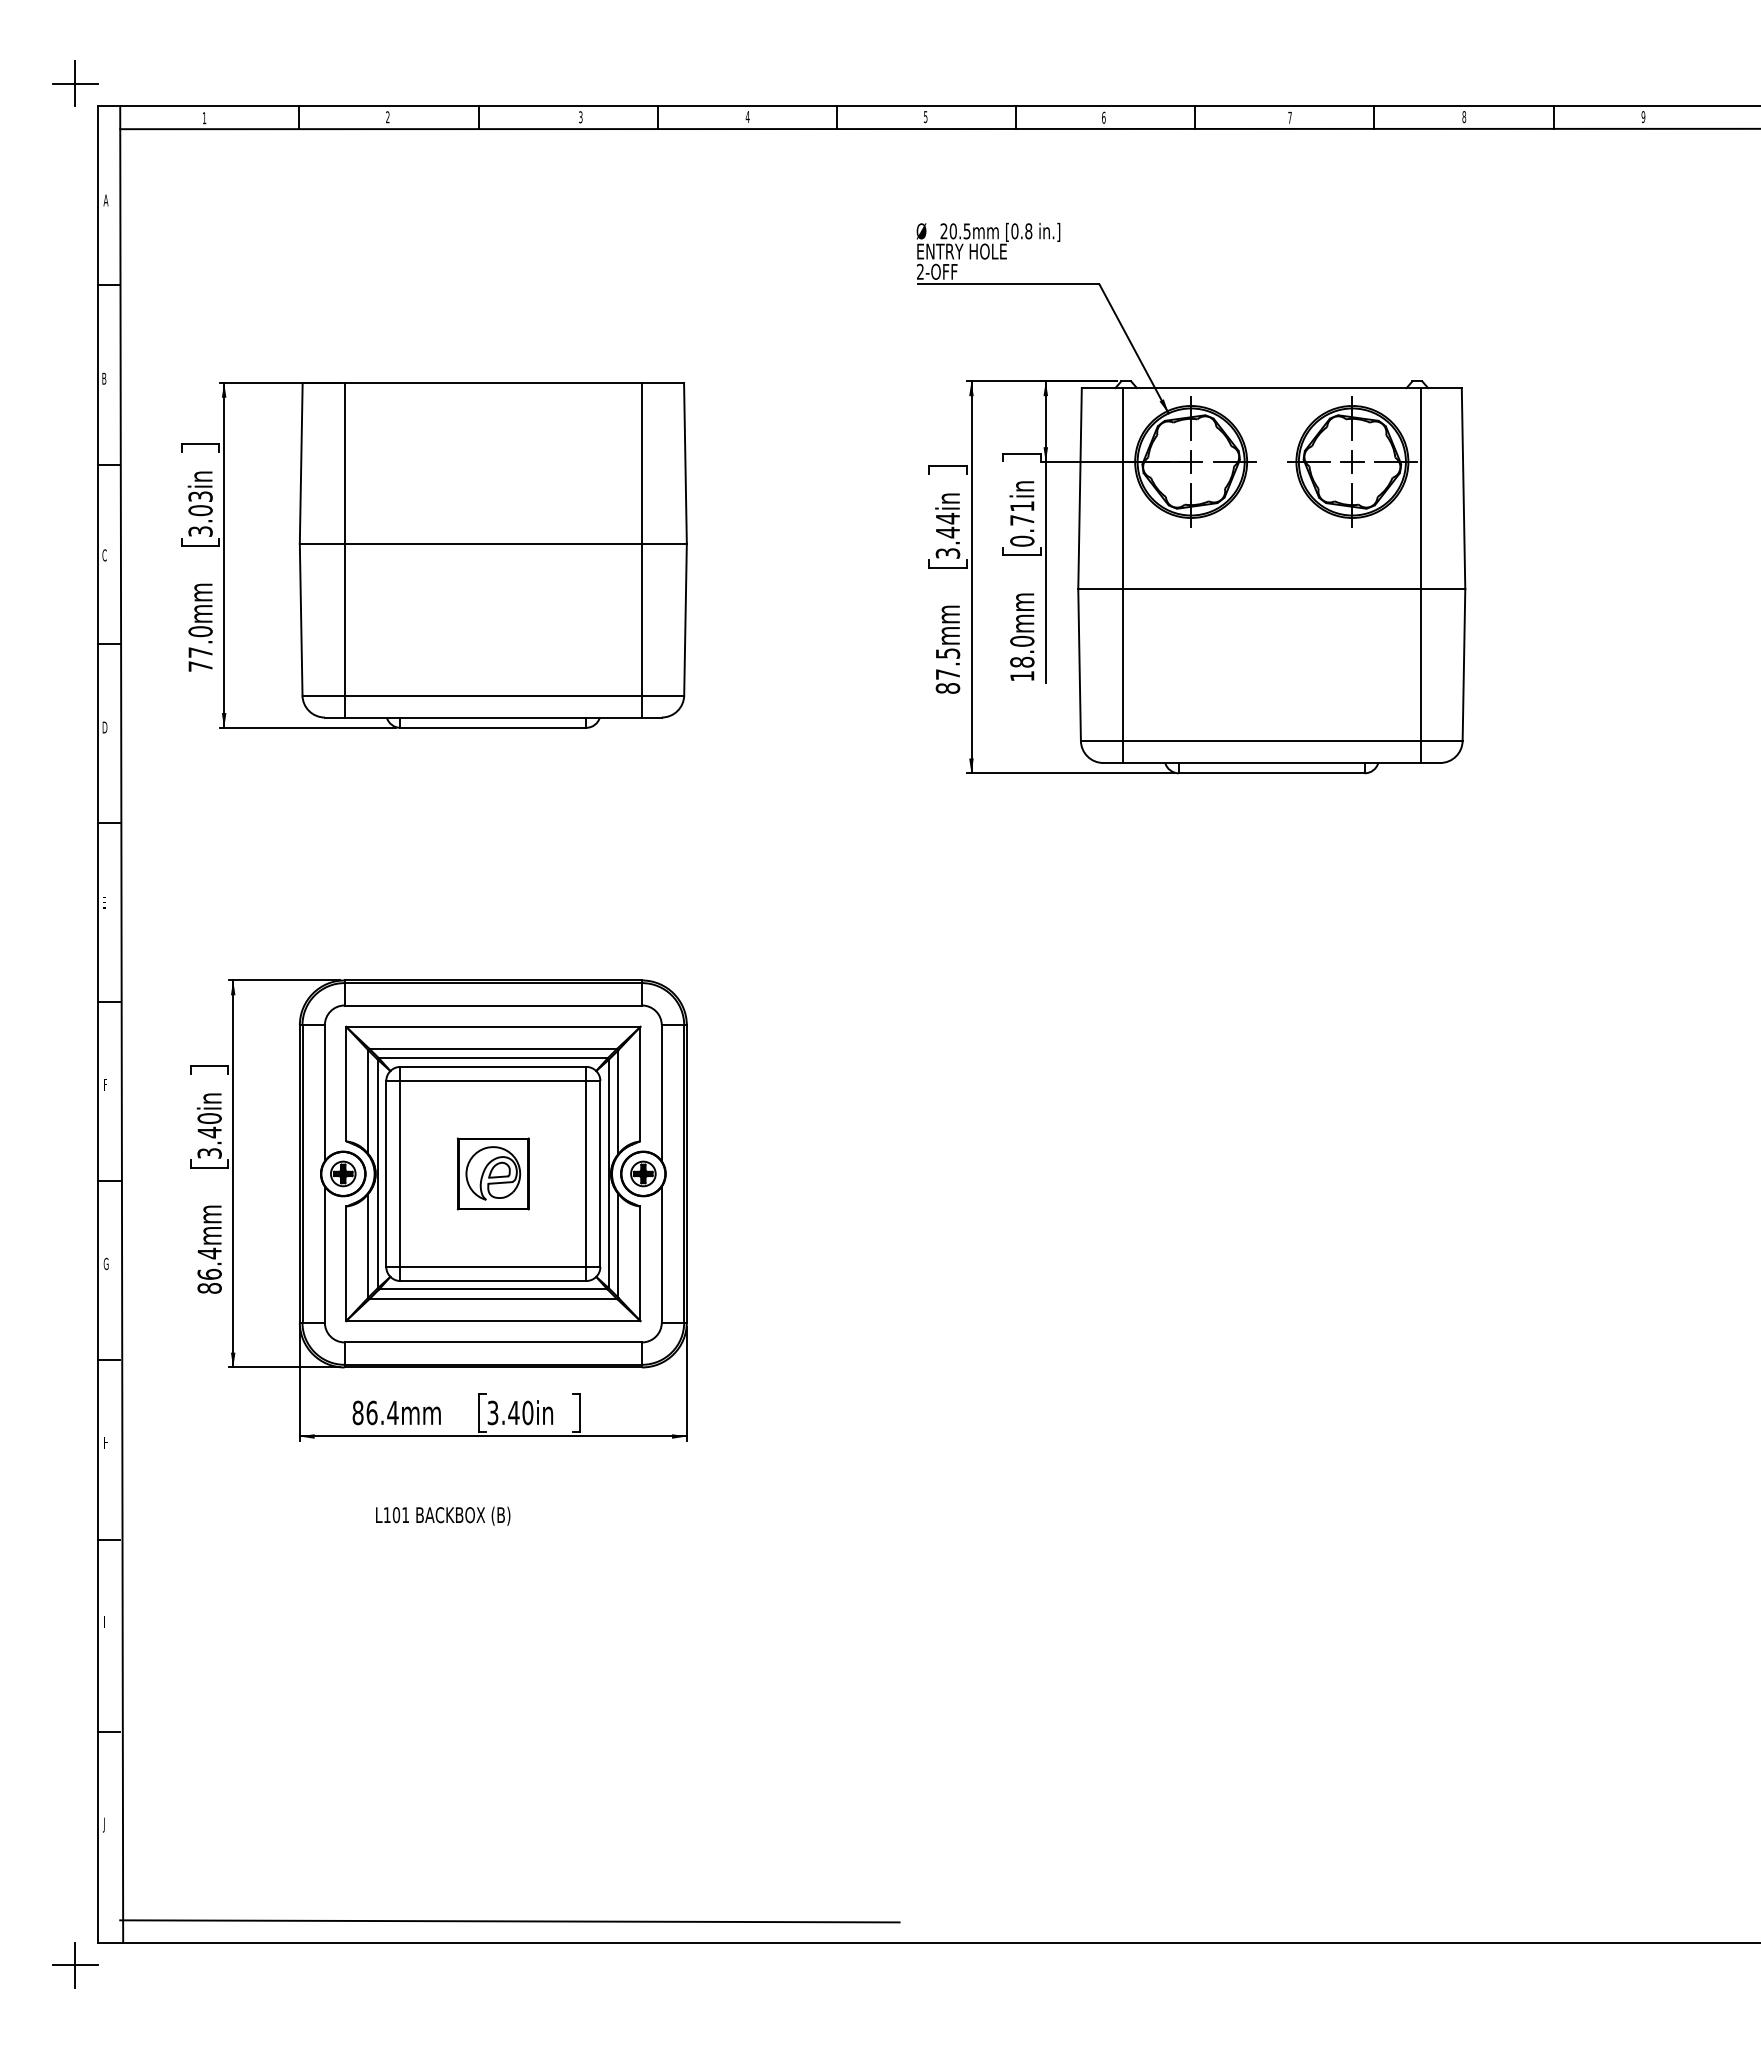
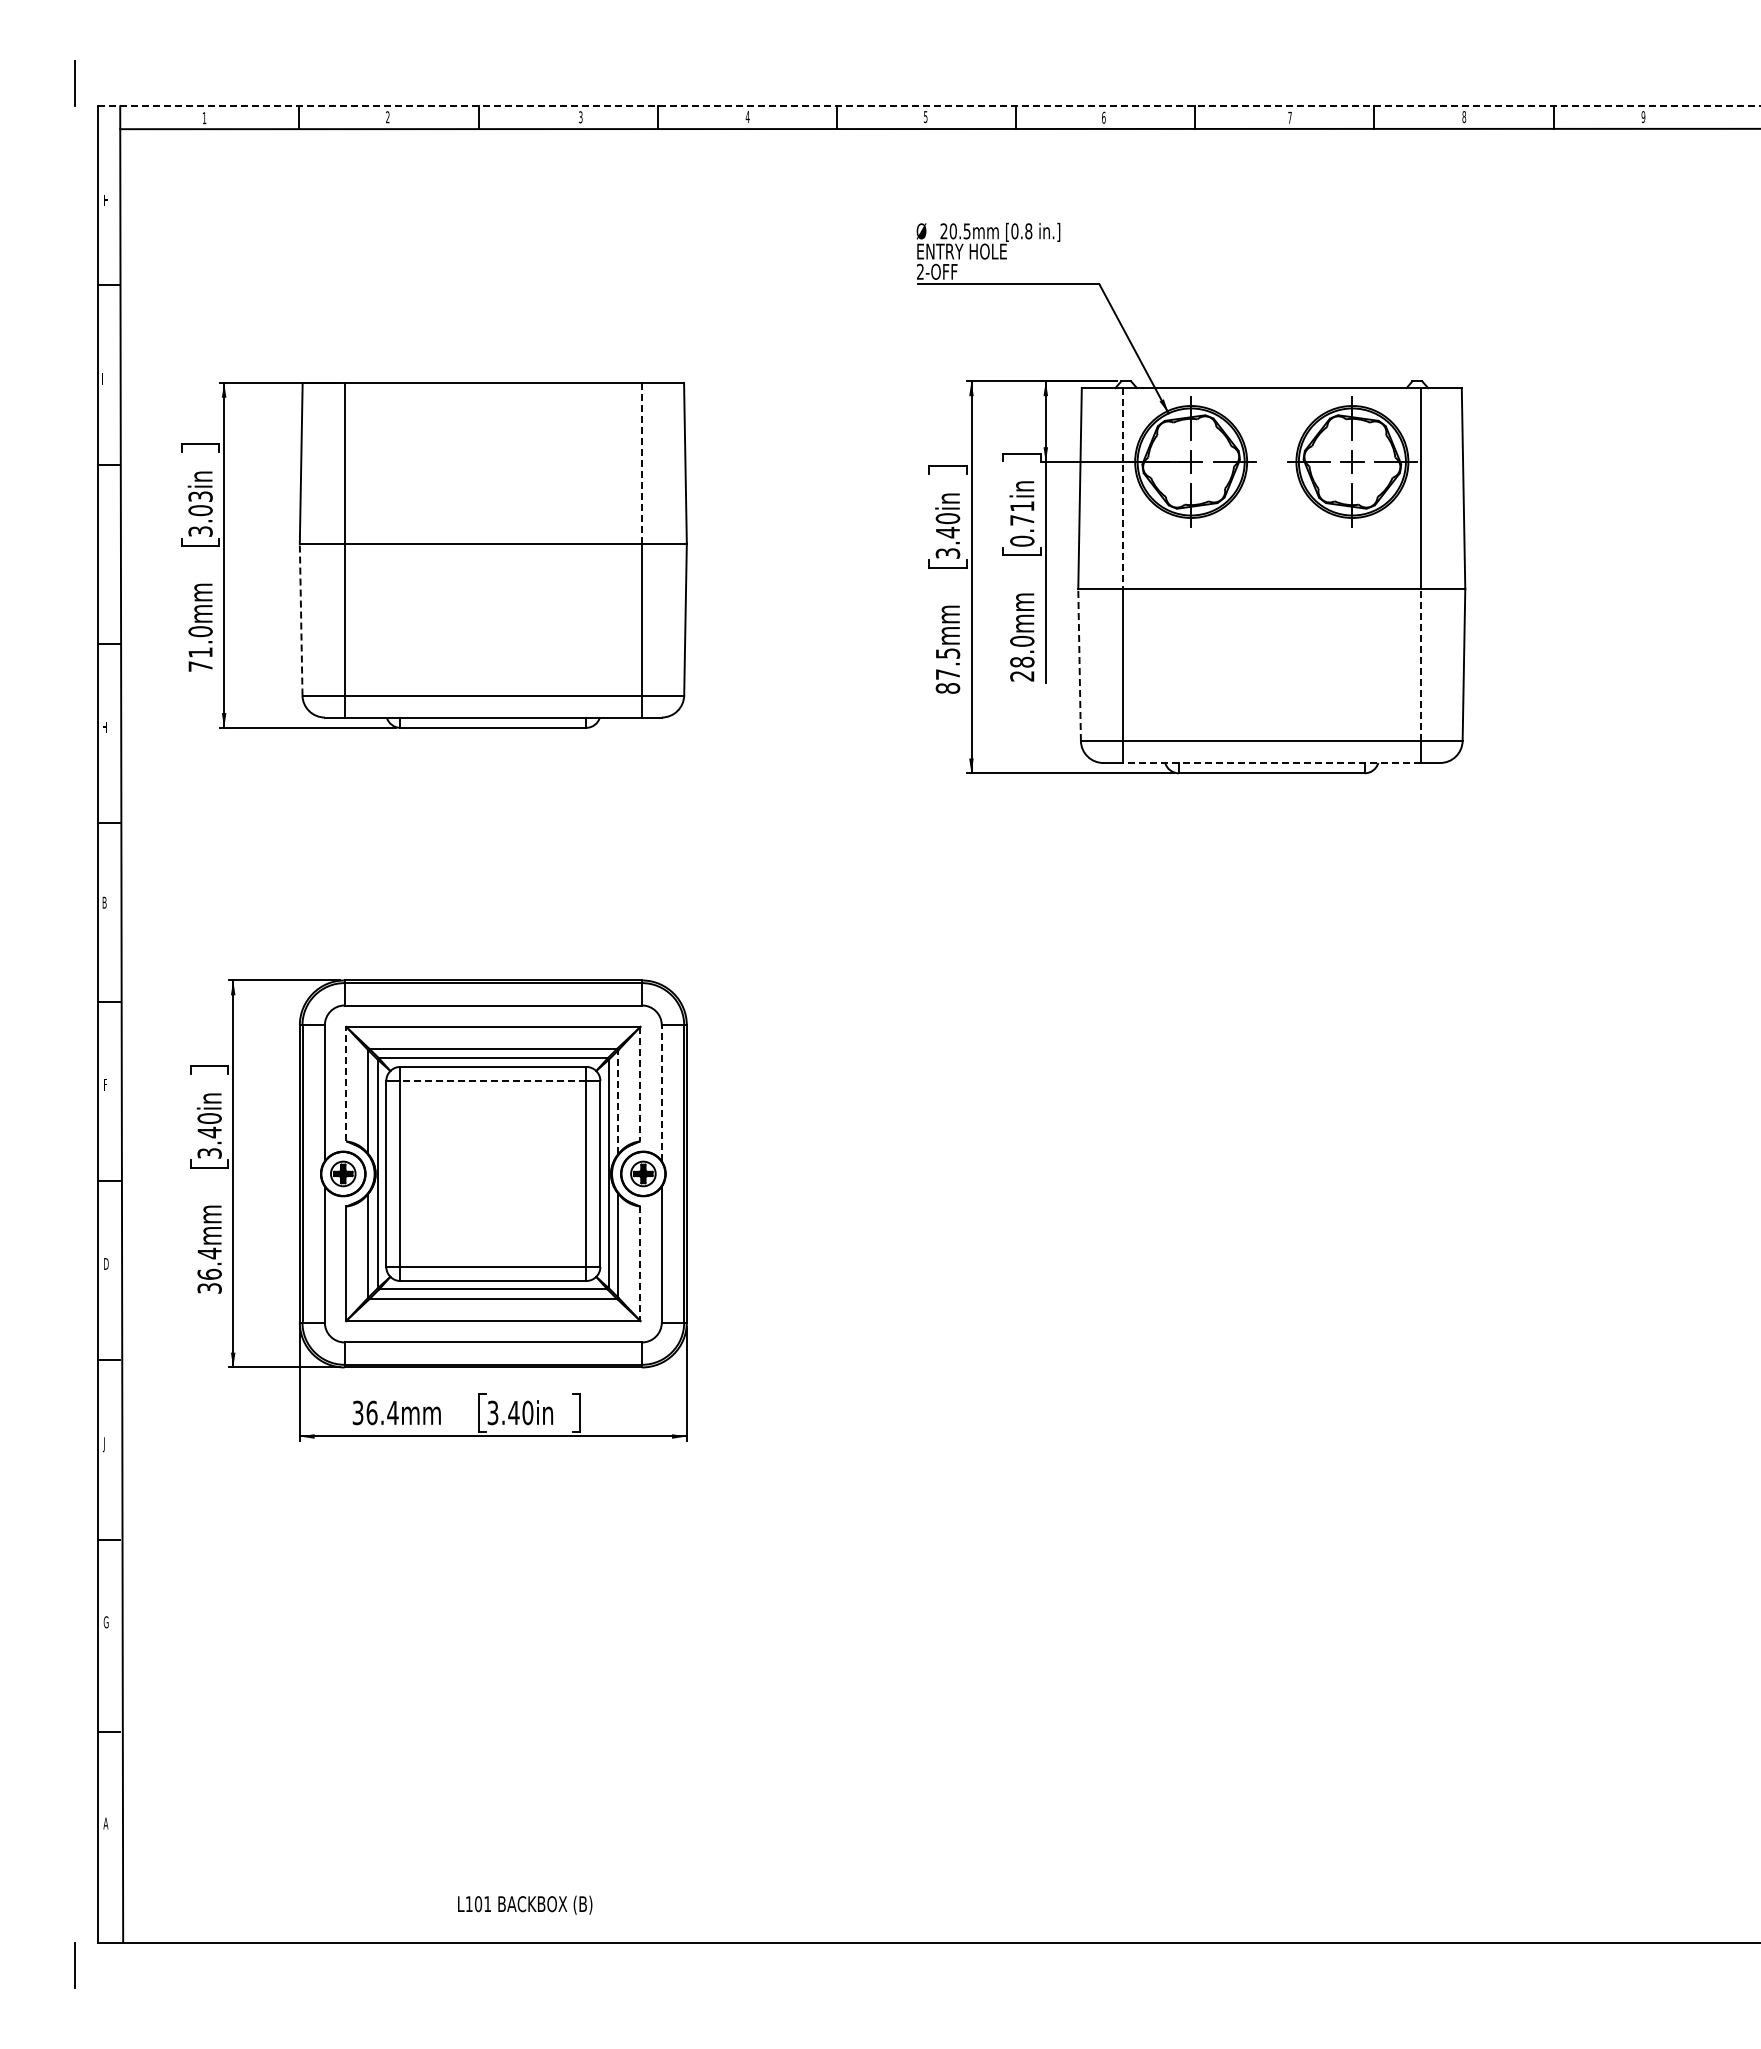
line at (75, 83): present -> none
line at (929, 106): solid -> dashed
text at (105, 200): A -> H
text at (104, 378): B -> I
line at (642, 463): solid -> dashed
line at (1123, 488): solid -> dashed
text at (947, 518): 3.44in -> 3.40in
text at (104, 555): C -> I
line at (301, 619): solid -> dashed
text at (200, 652): 77.0mm -> 71.0mm
line at (1079, 665): solid -> dashed
line at (1420, 665): solid -> dashed
text at (1022, 676): 18.0mm -> 28.0mm
text at (104, 727): D -> H
line at (1271, 763): solid -> dashed
text at (104, 902): E -> B
line at (493, 1081): solid -> dashed
line at (346, 1083): solid -> dashed
line at (640, 1084): solid -> dashed
line at (661, 1093): solid -> dashed
line at (618, 1102): solid -> dashed
part at (492, 1173): present -> none
text at (105, 1263): G -> D
line at (640, 1264): solid -> dashed
text at (209, 1288): 86.4mm -> 36.4mm
text at (357, 1412): 86.4mm -> 36.4mm
text at (104, 1444): H -> J
text at (443, 1515) position: (443, 1515) -> (525, 1904)
text at (105, 1622): I -> G
text at (105, 1824): J -> A
line at (509, 1921): present -> none
line at (75, 1965): present -> none
